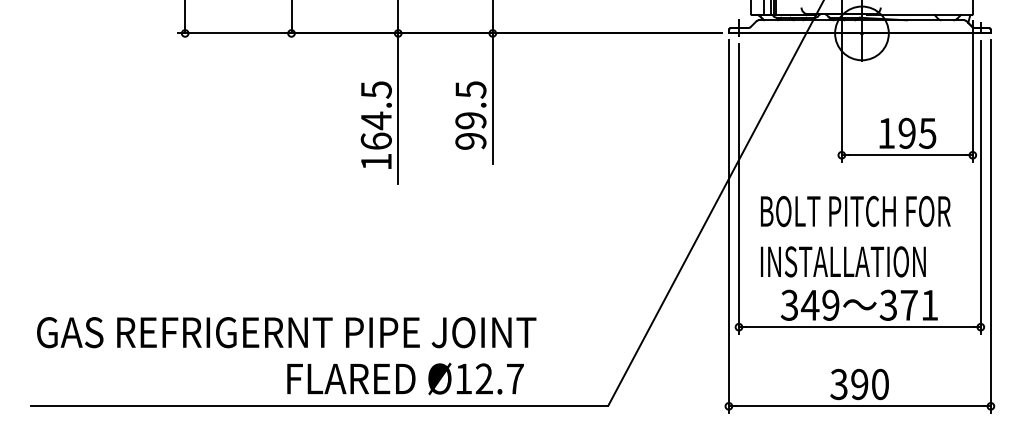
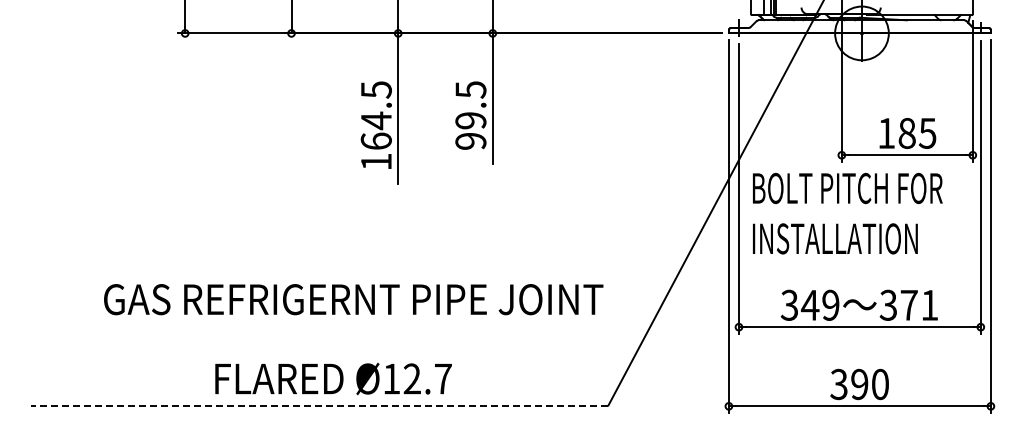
text at (906, 132): 195 -> 185
text at (855, 236) position: (855, 236) -> (847, 213)
text at (286, 332) position: (286, 332) -> (353, 299)
text at (405, 378) position: (405, 378) -> (333, 378)
line at (319, 406): solid -> dashed
